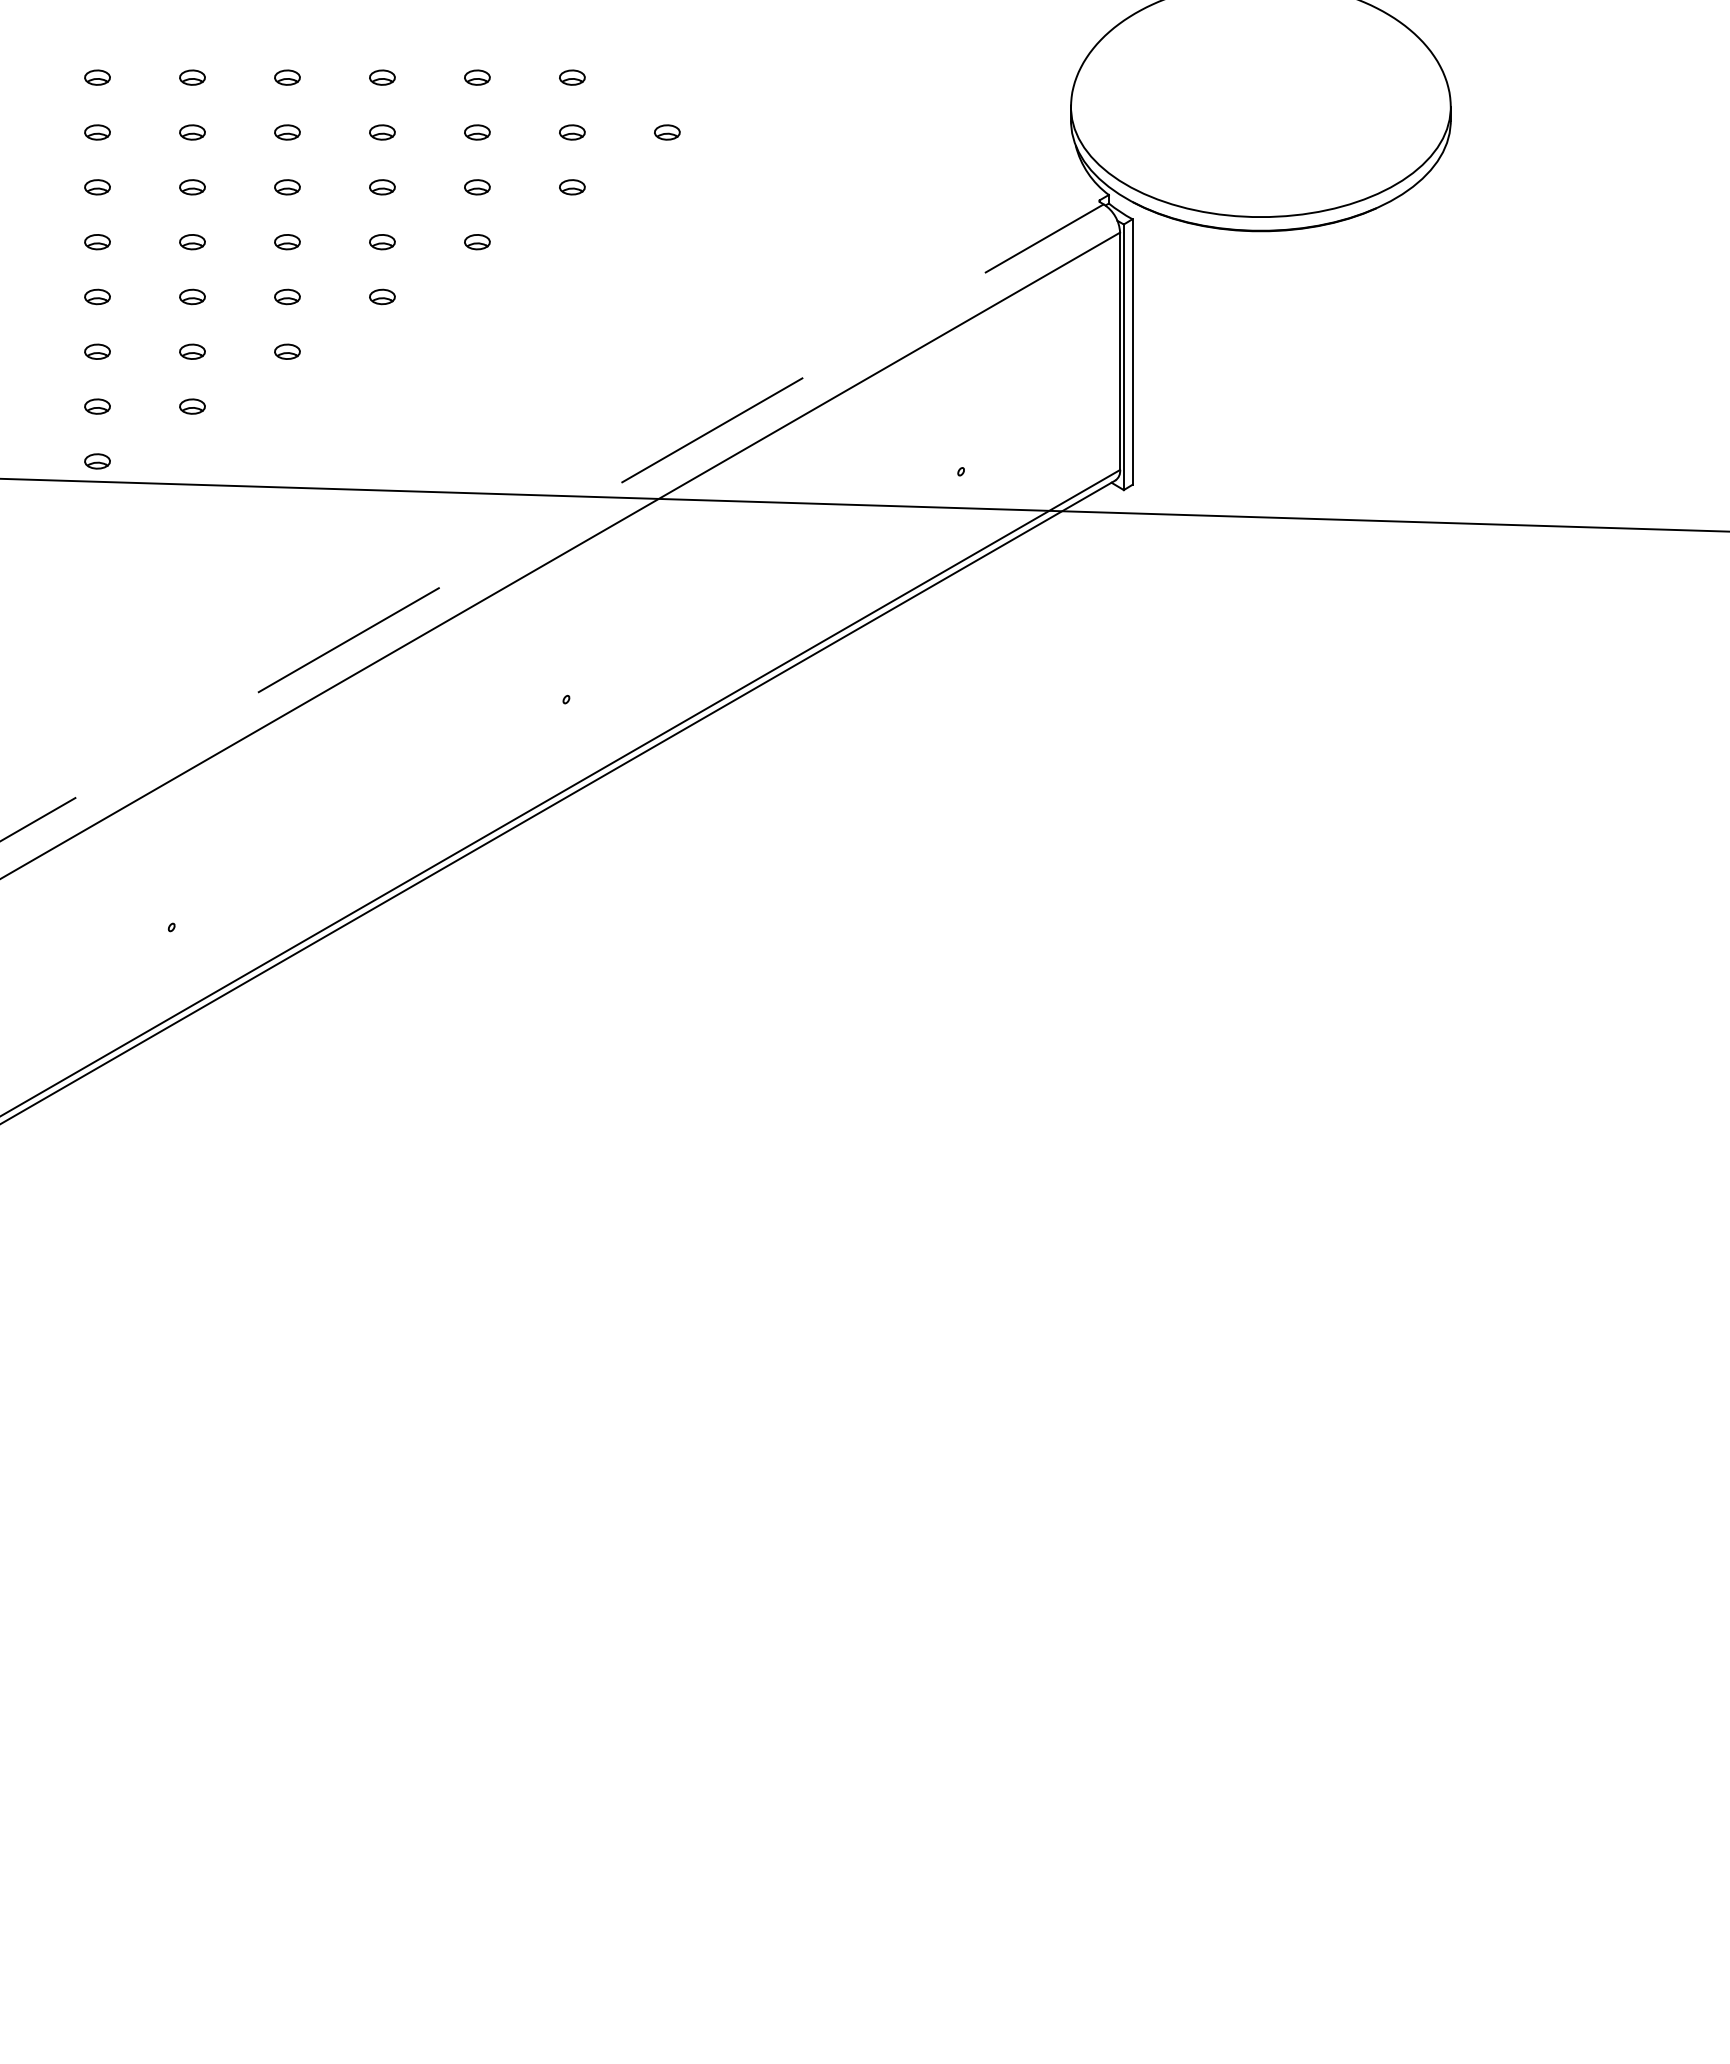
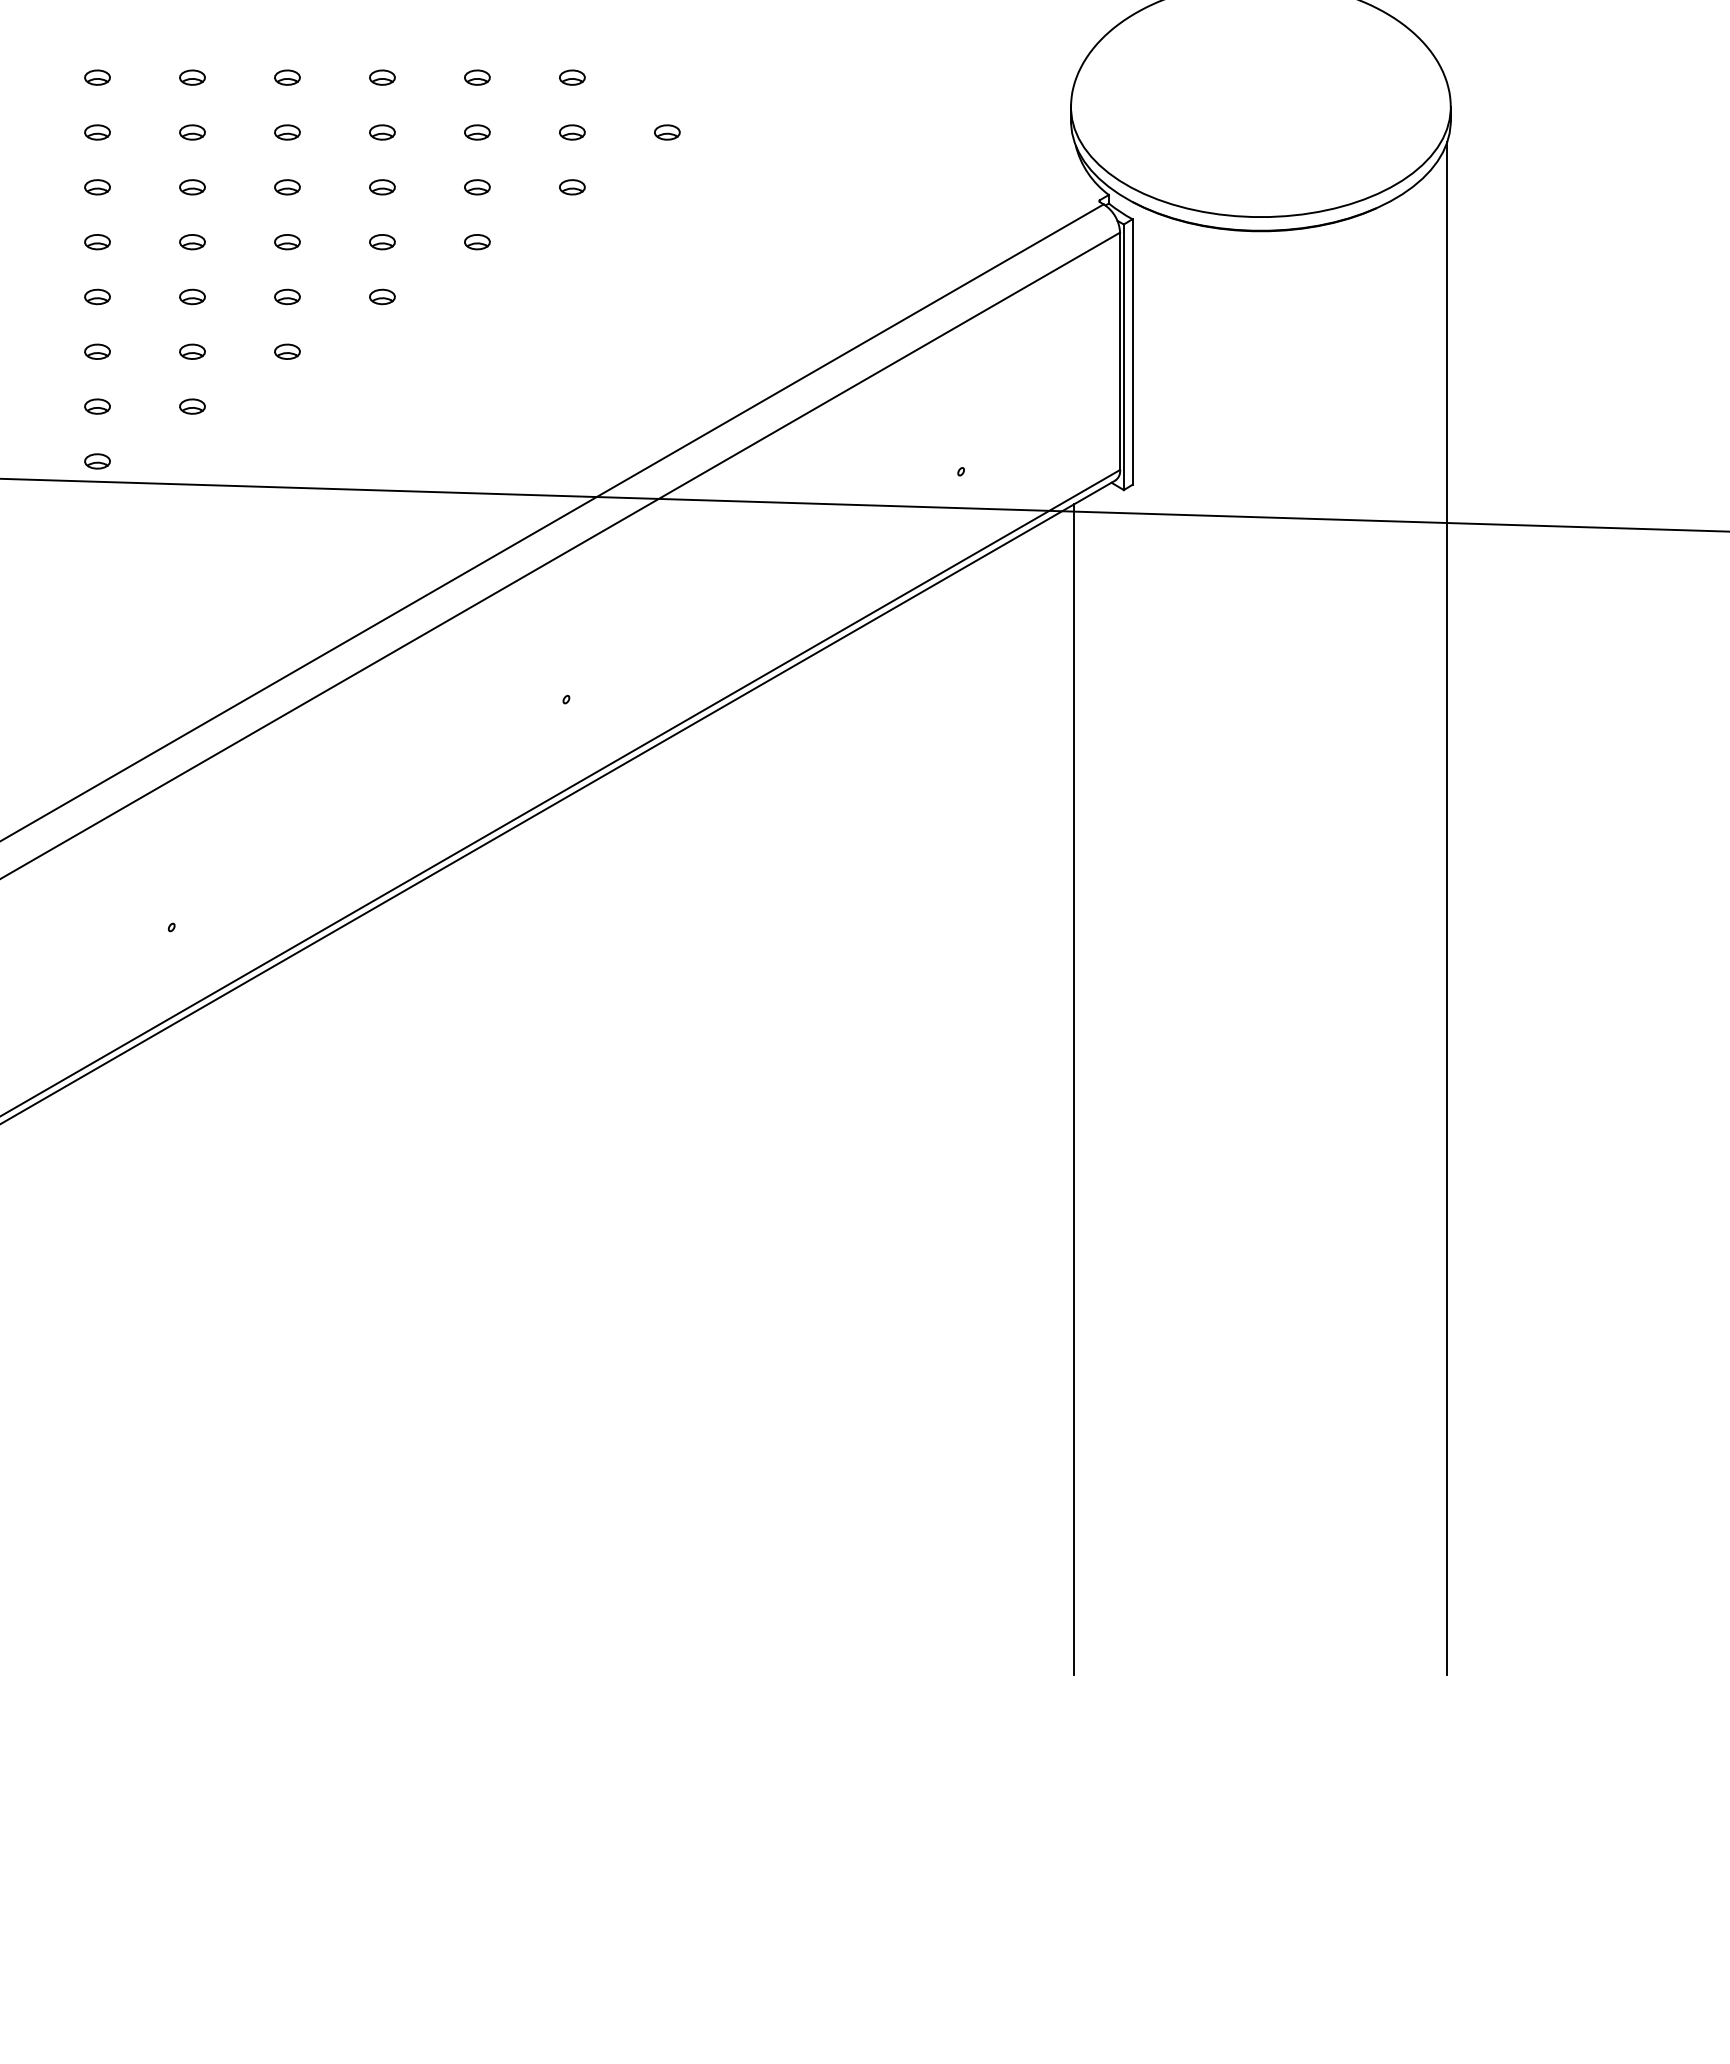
line at (552, 522): dashed -> solid
line at (1447, 908): none -> present
line at (1074, 1089): none -> present
